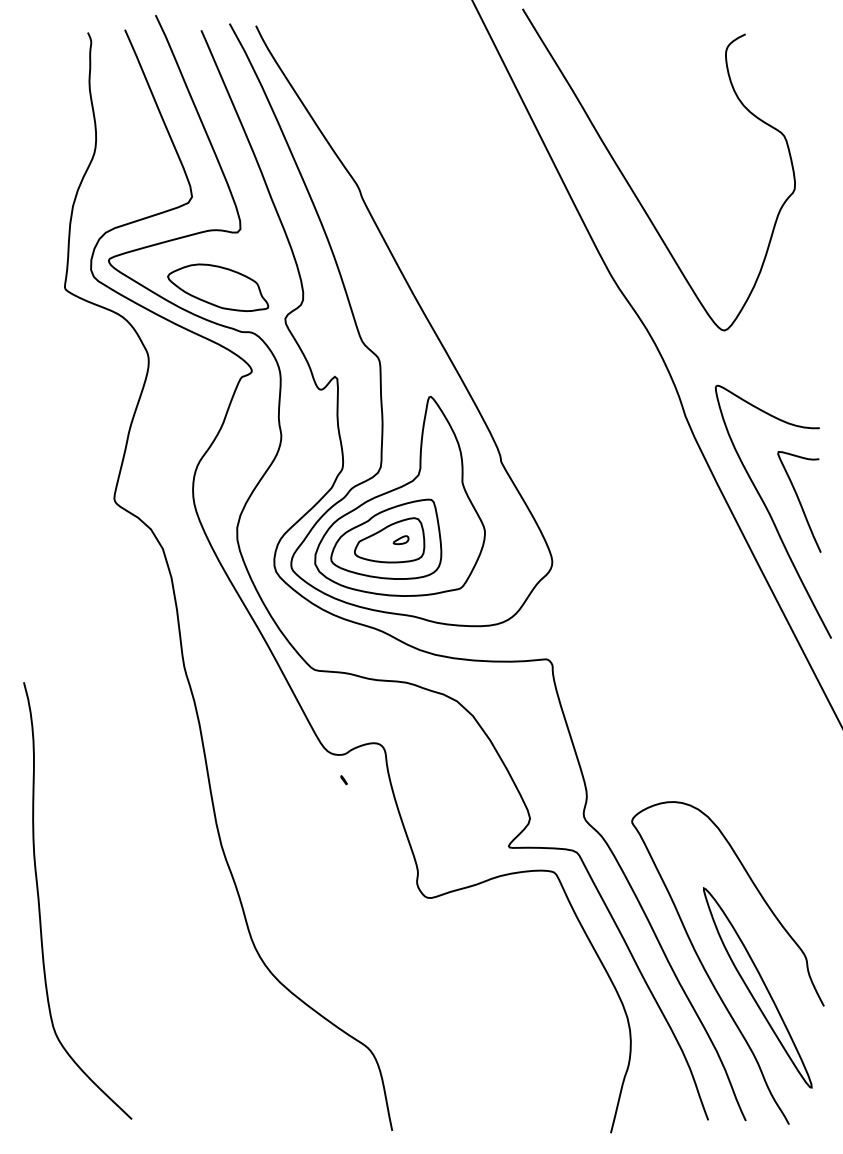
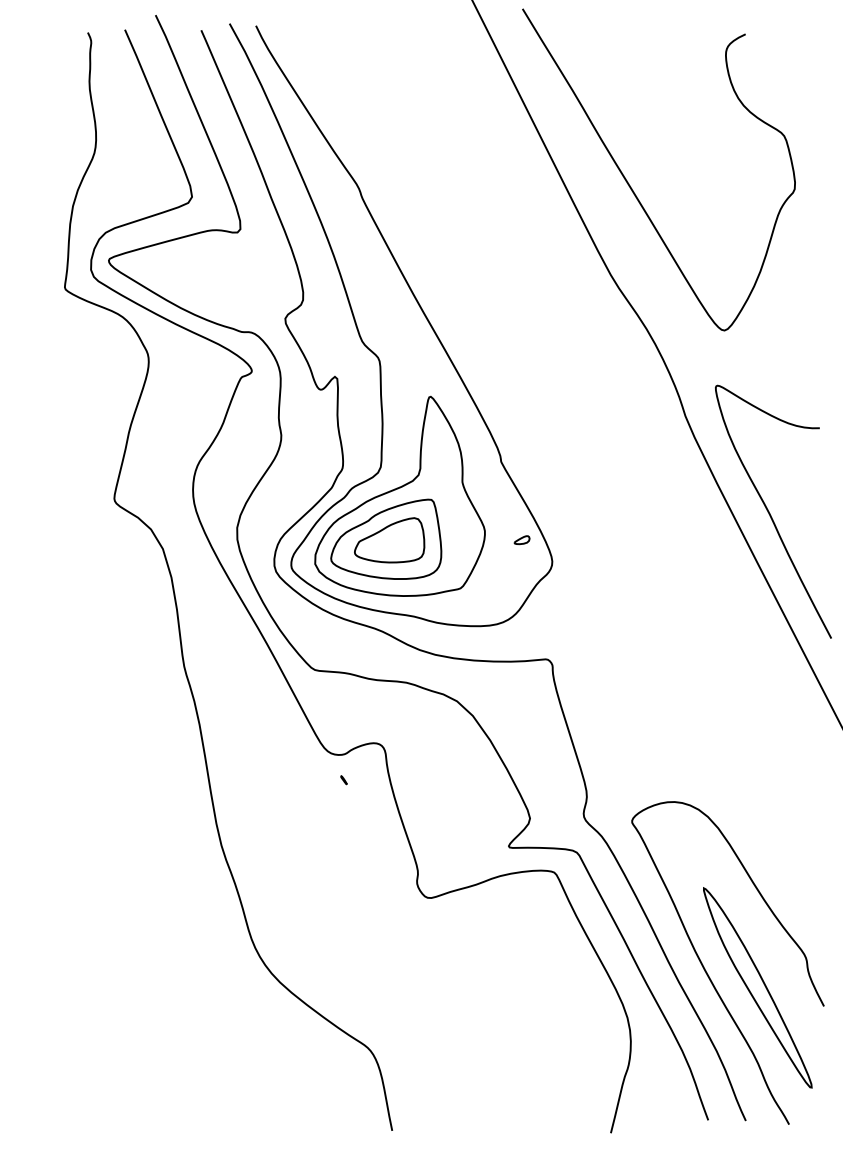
part at (218, 287): present -> none
curve at (799, 501): present -> none
part at (400, 540) position: (400, 540) -> (521, 540)
curve at (40, 907): present -> none
